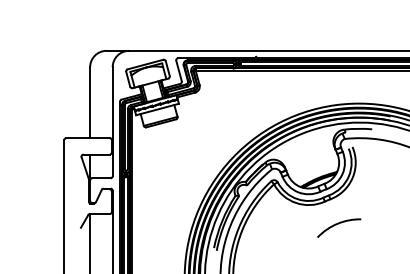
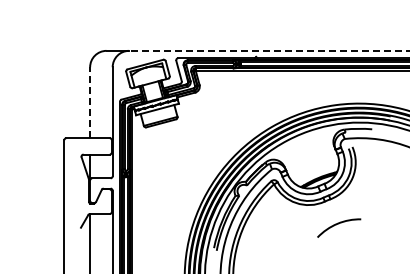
line at (269, 50): solid -> dashed
line at (90, 102): solid -> dashed
